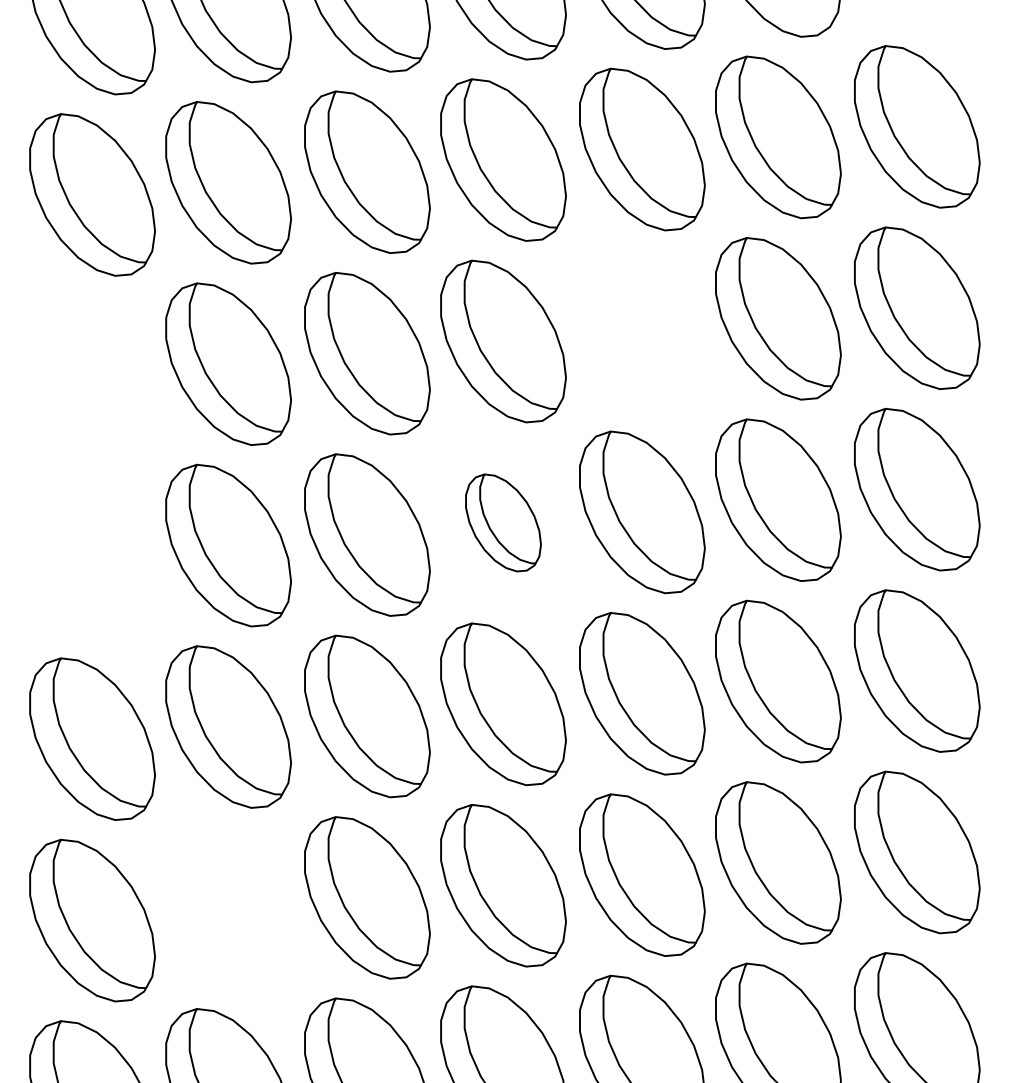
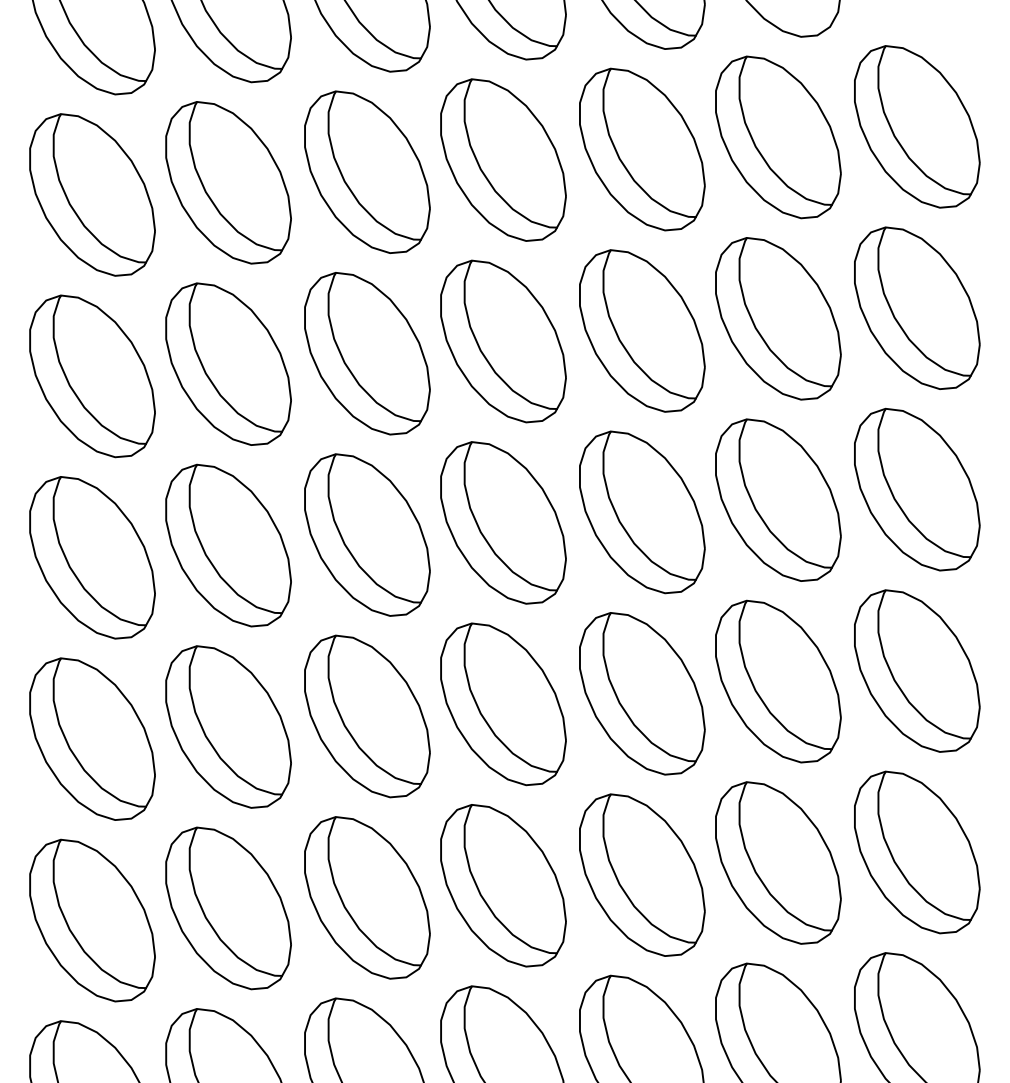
part at (642, 330): none -> present
part at (92, 376): none -> present
part at (503, 522) size: 77x100 px -> 127x164 px
part at (92, 557): none -> present
part at (228, 908): none -> present
